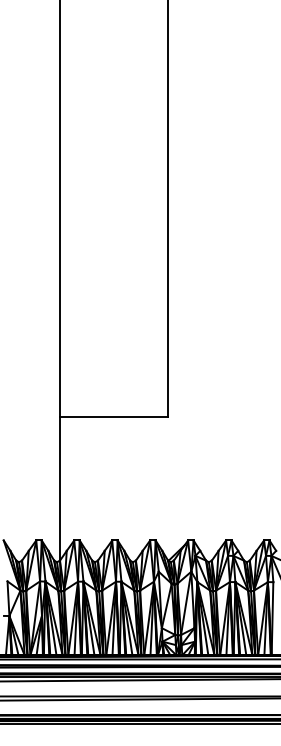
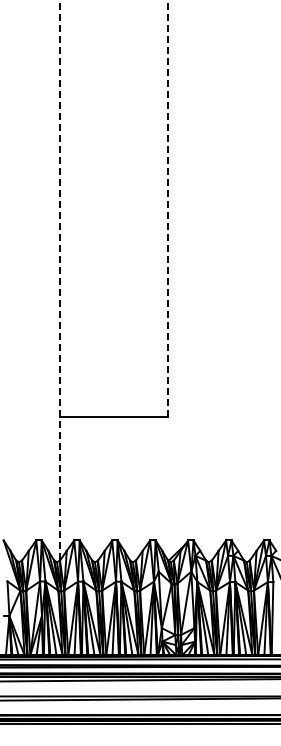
line at (168, 208): solid -> dashed
line at (59, 280): solid -> dashed
